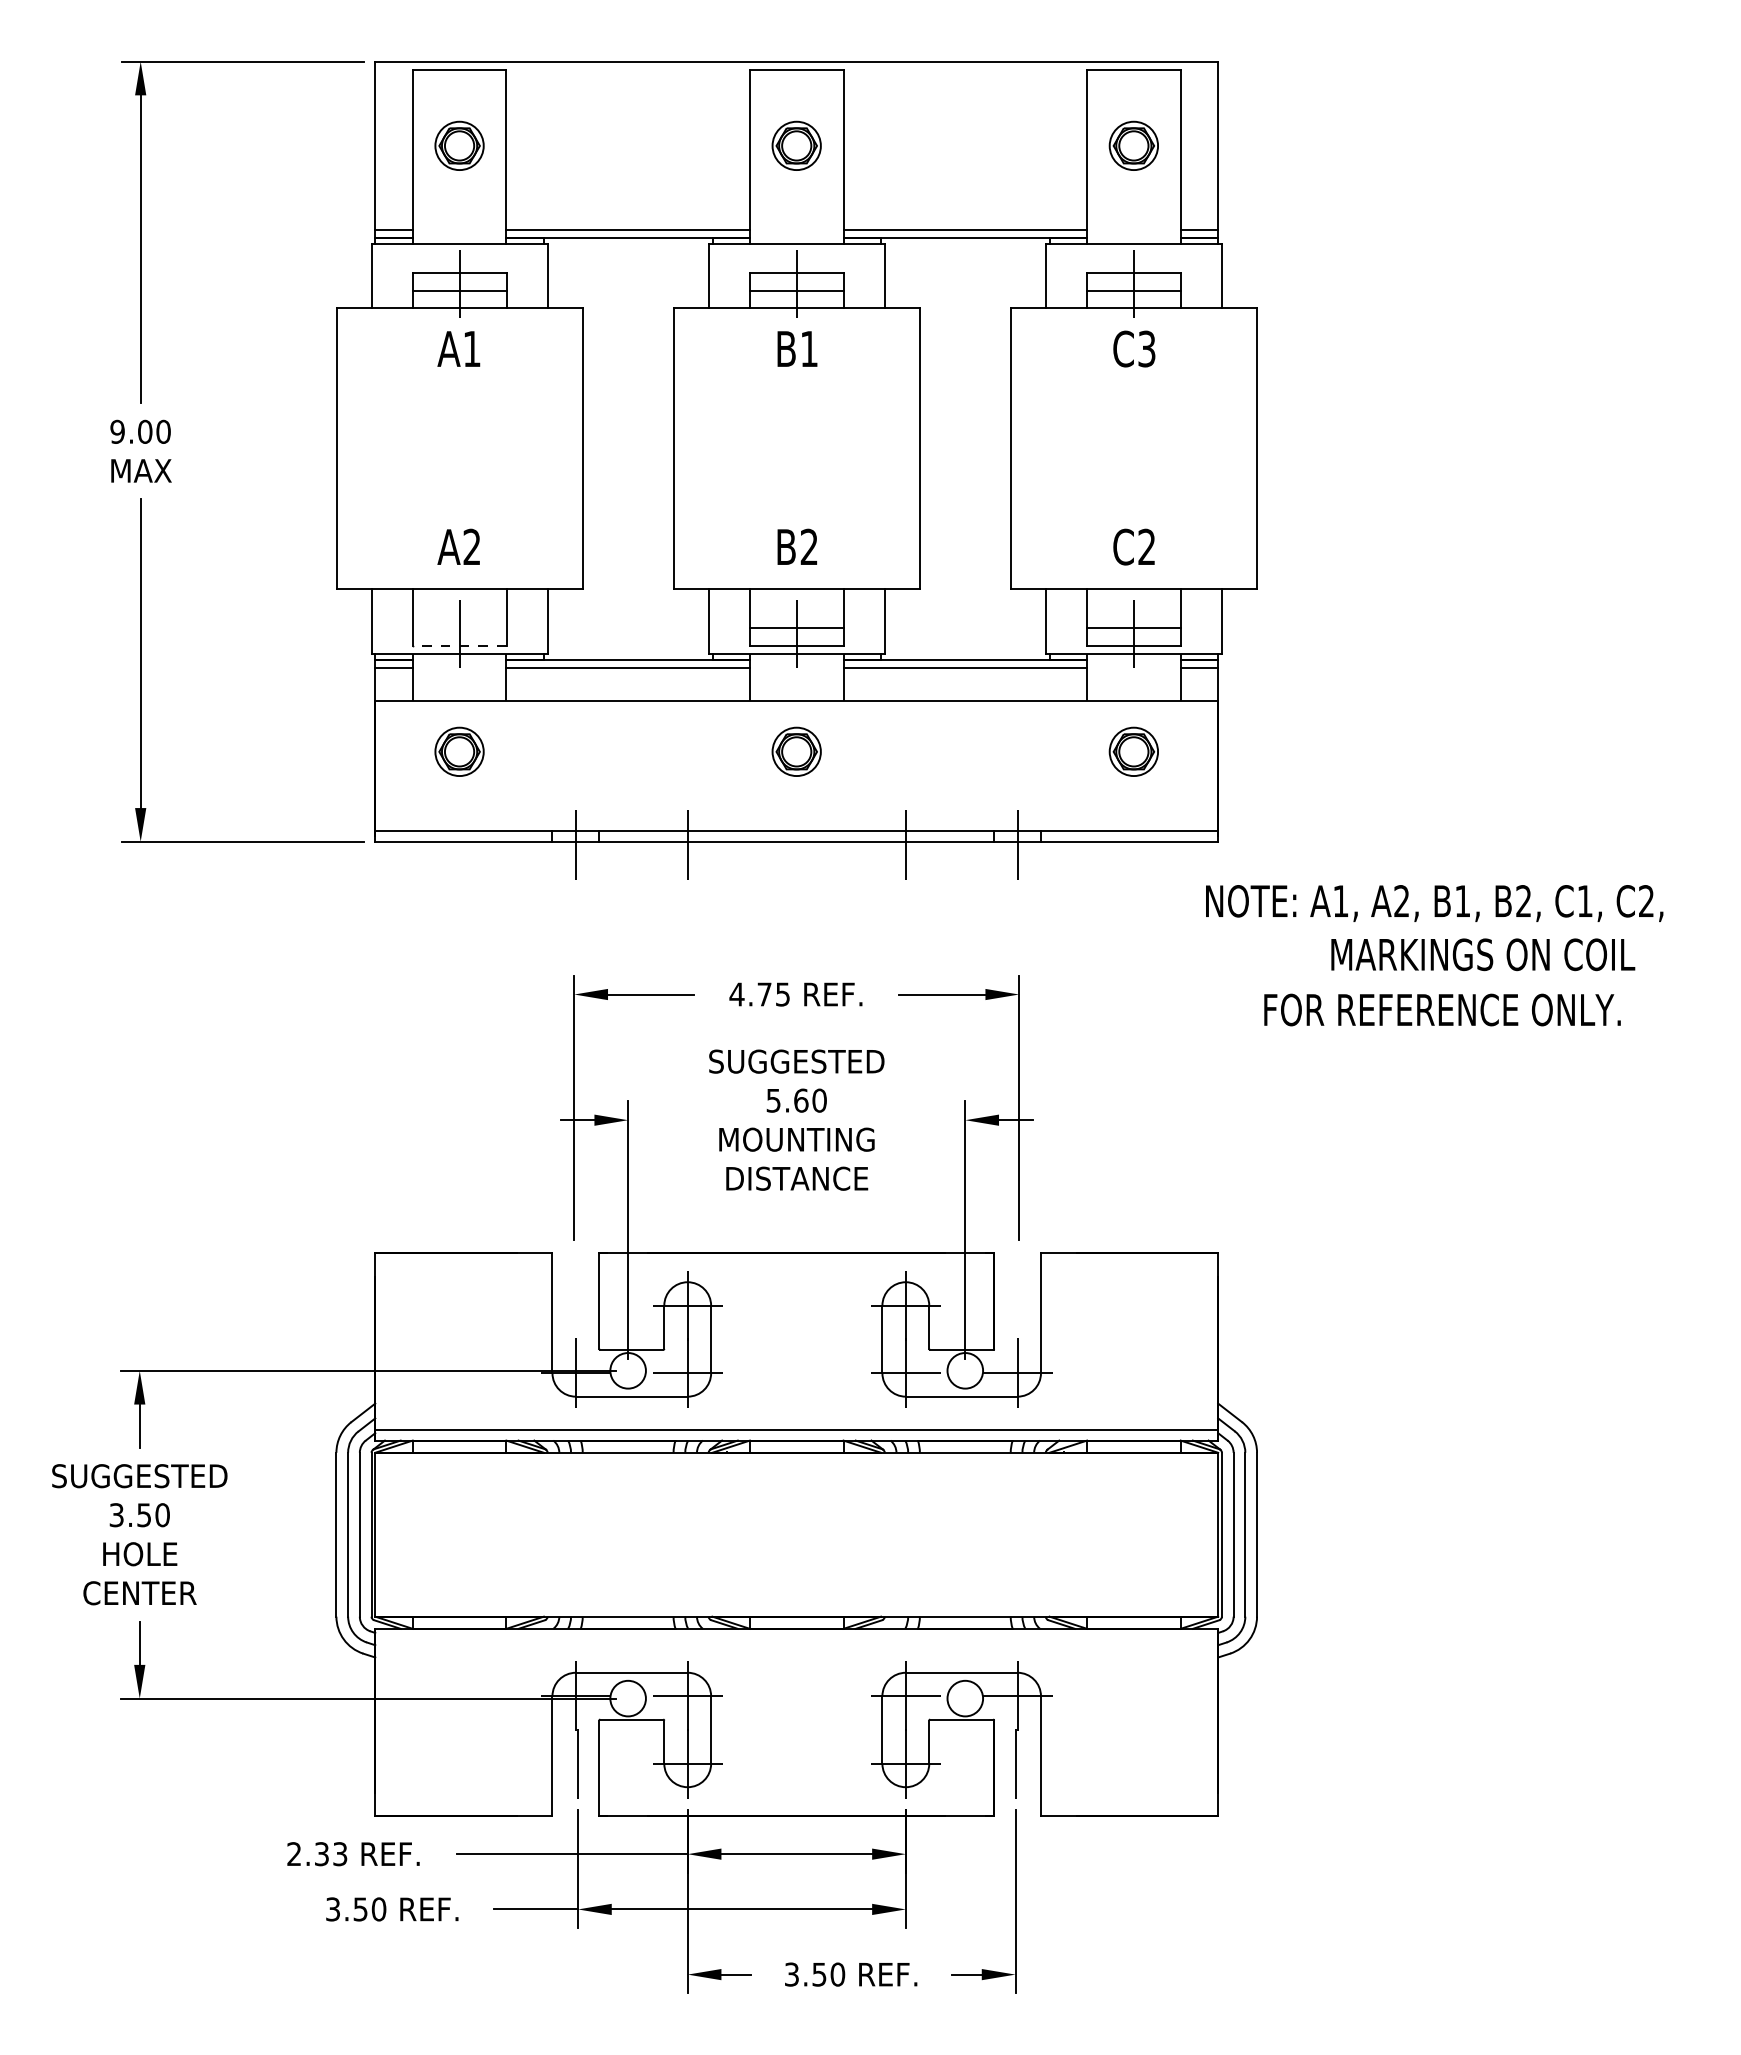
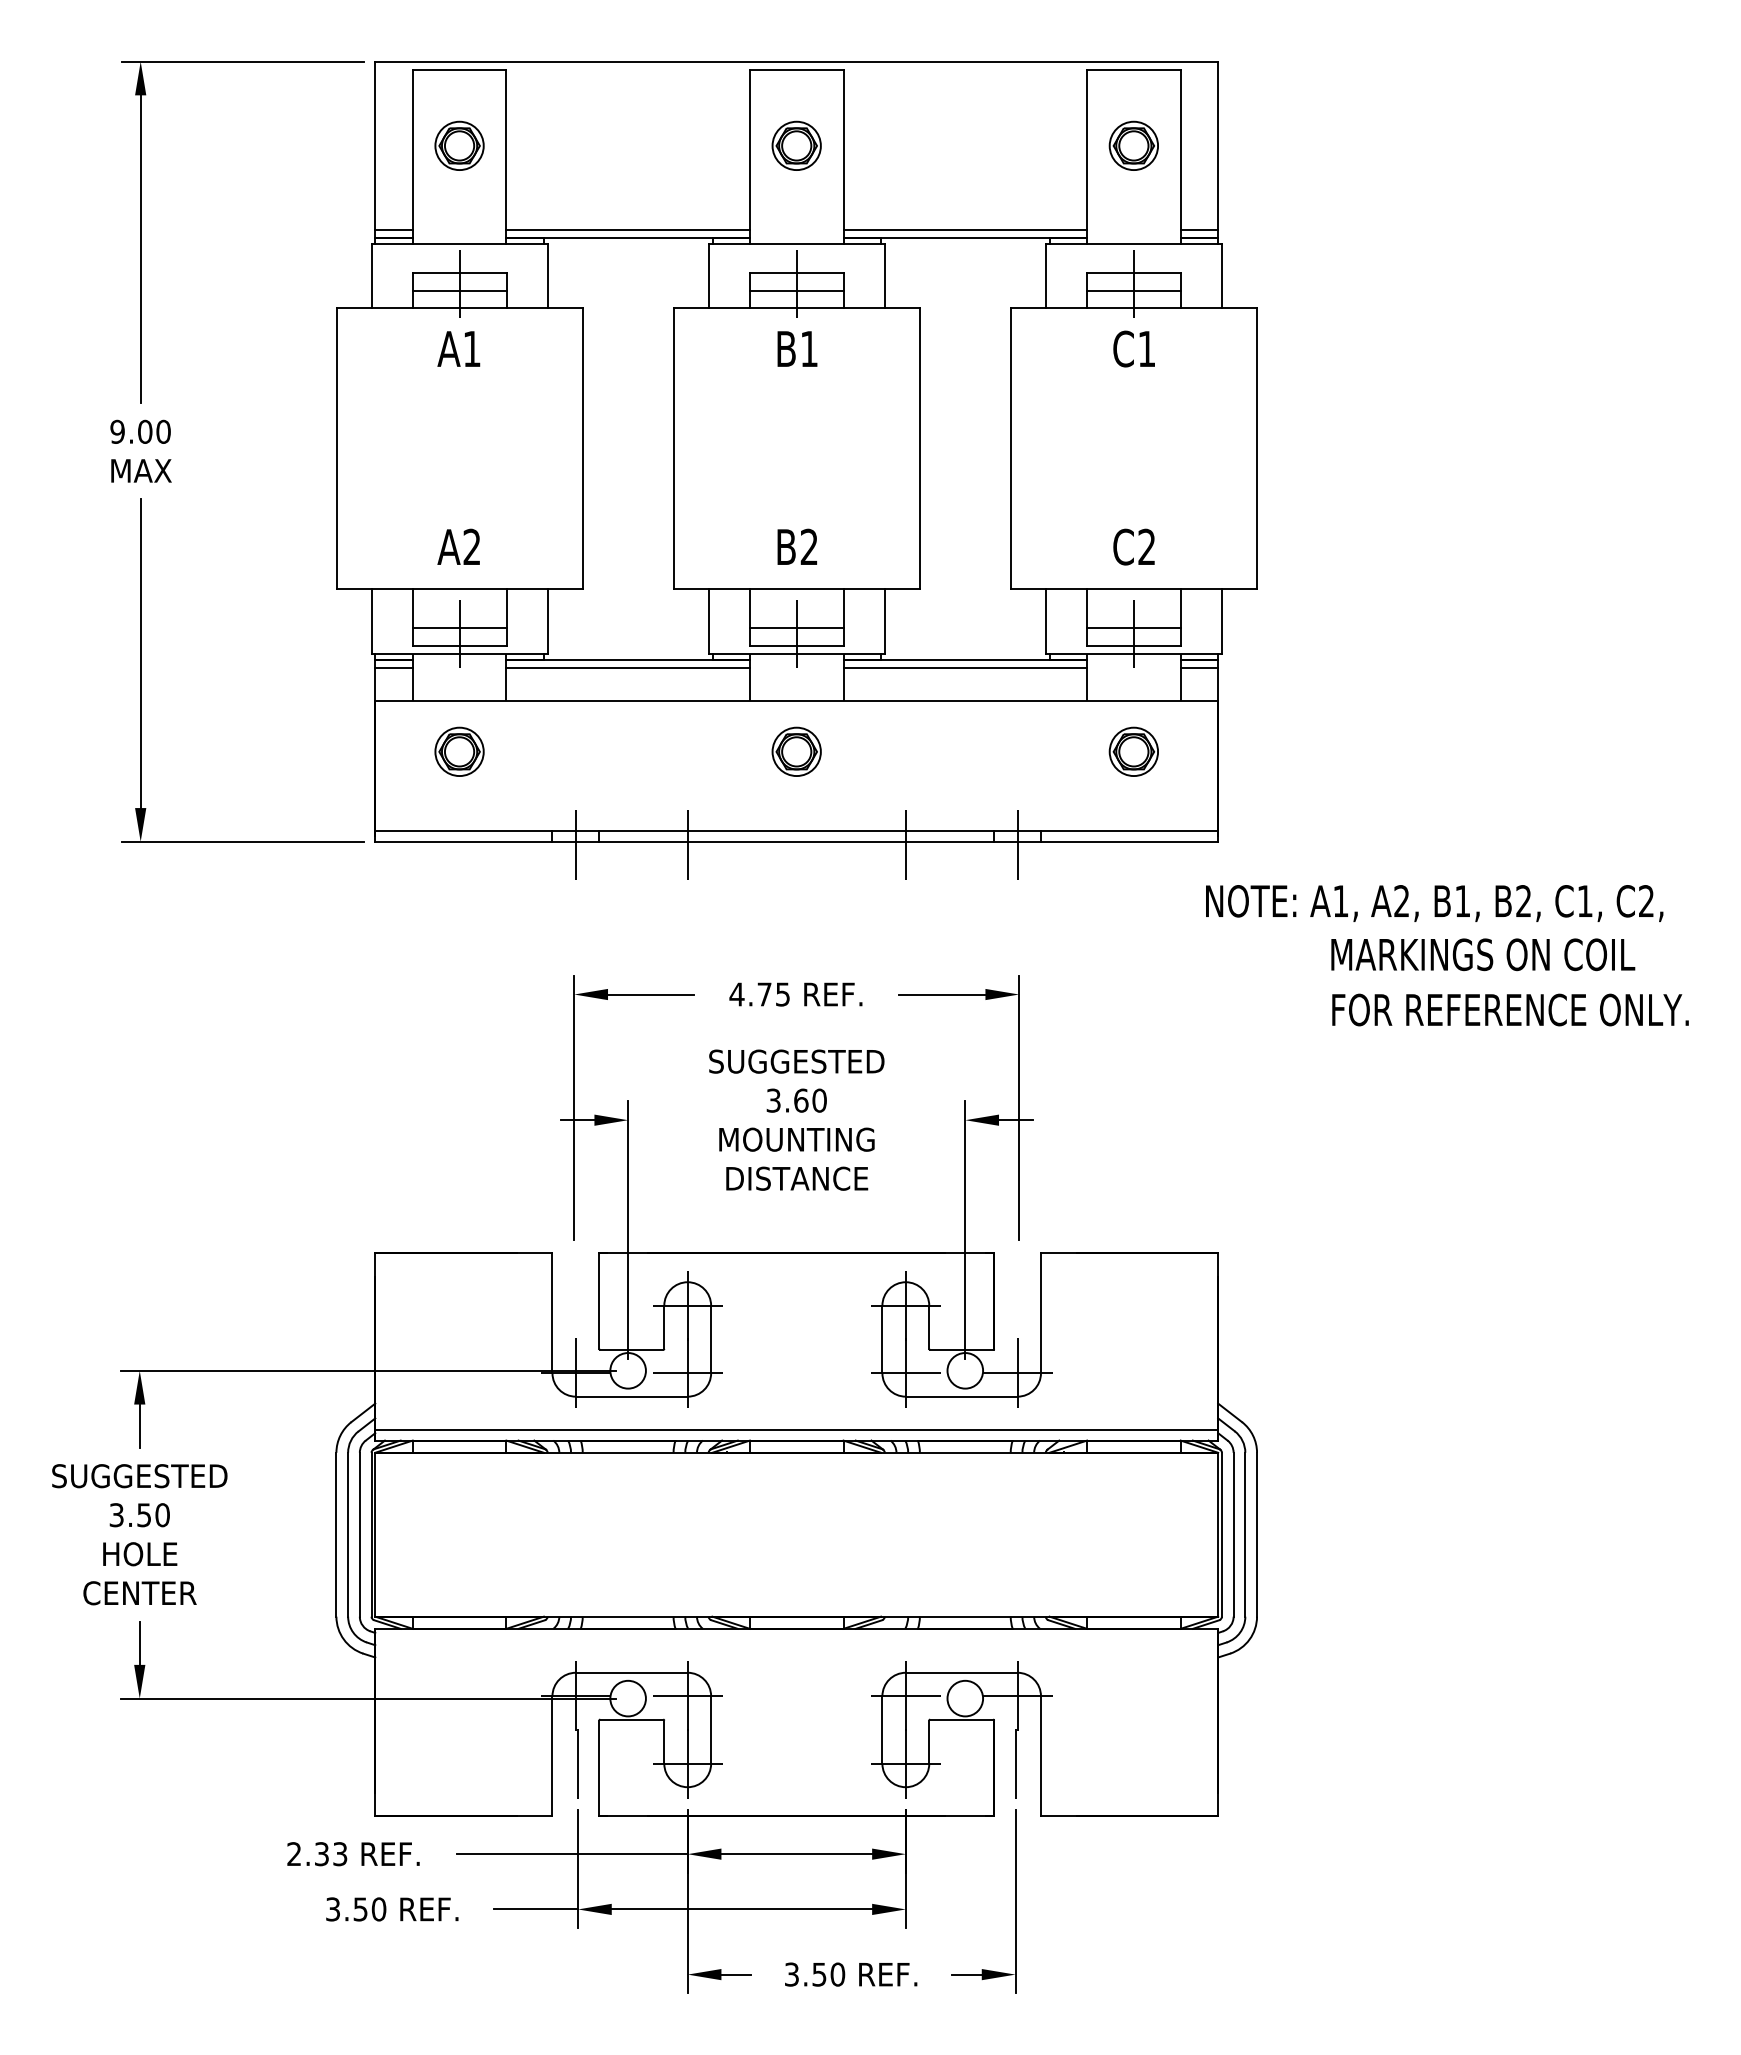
text at (1146, 348): C3 -> C1
line at (459, 627): none -> present
line at (459, 645): dashed -> solid
text at (1442, 1009) position: (1442, 1009) -> (1510, 1009)
text at (773, 1100): 5.60 -> 3.60
